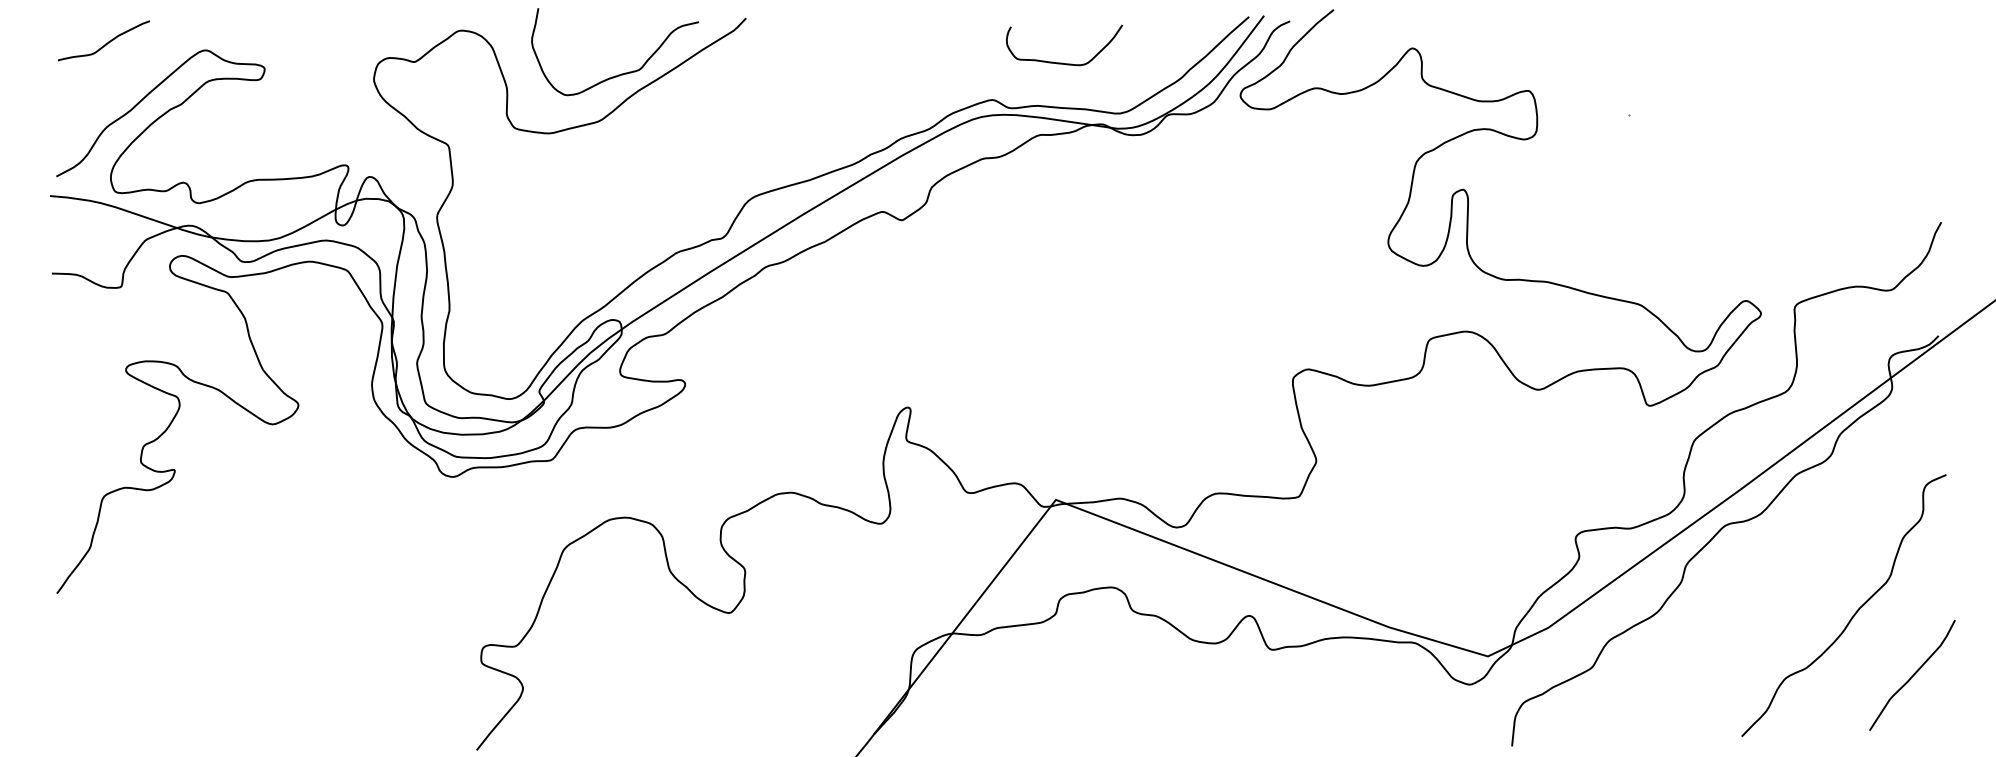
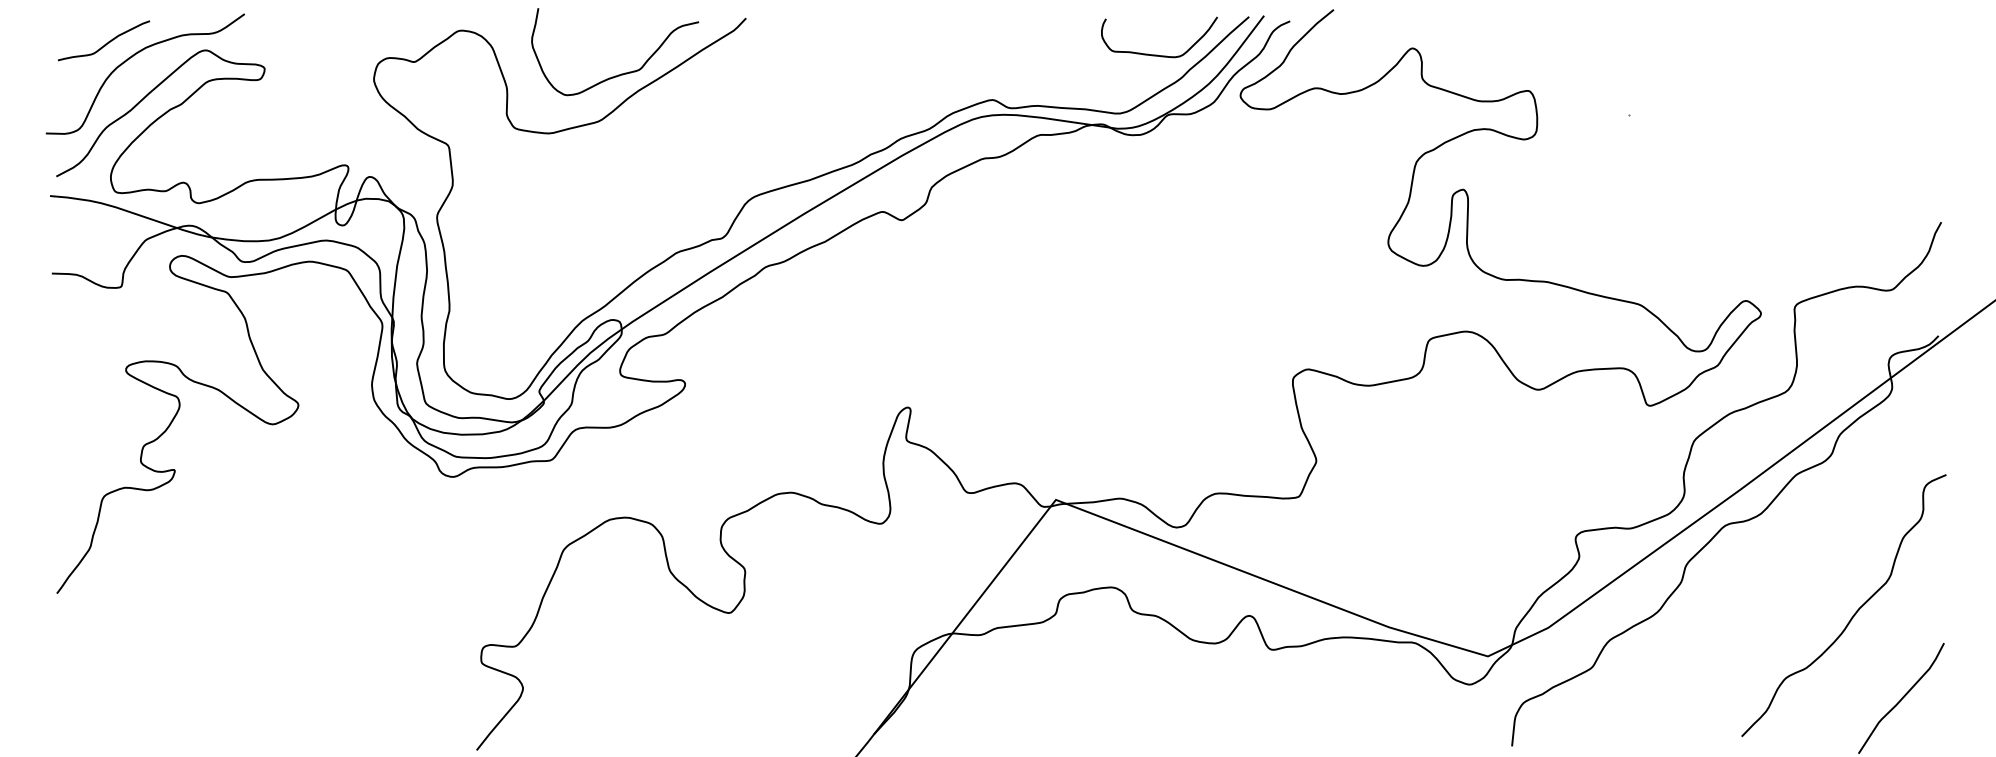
curve at (132, 57): none -> present
curve at (1062, 62) position: (1062, 62) -> (1157, 54)
curve at (1913, 674) position: (1913, 674) -> (1902, 697)
